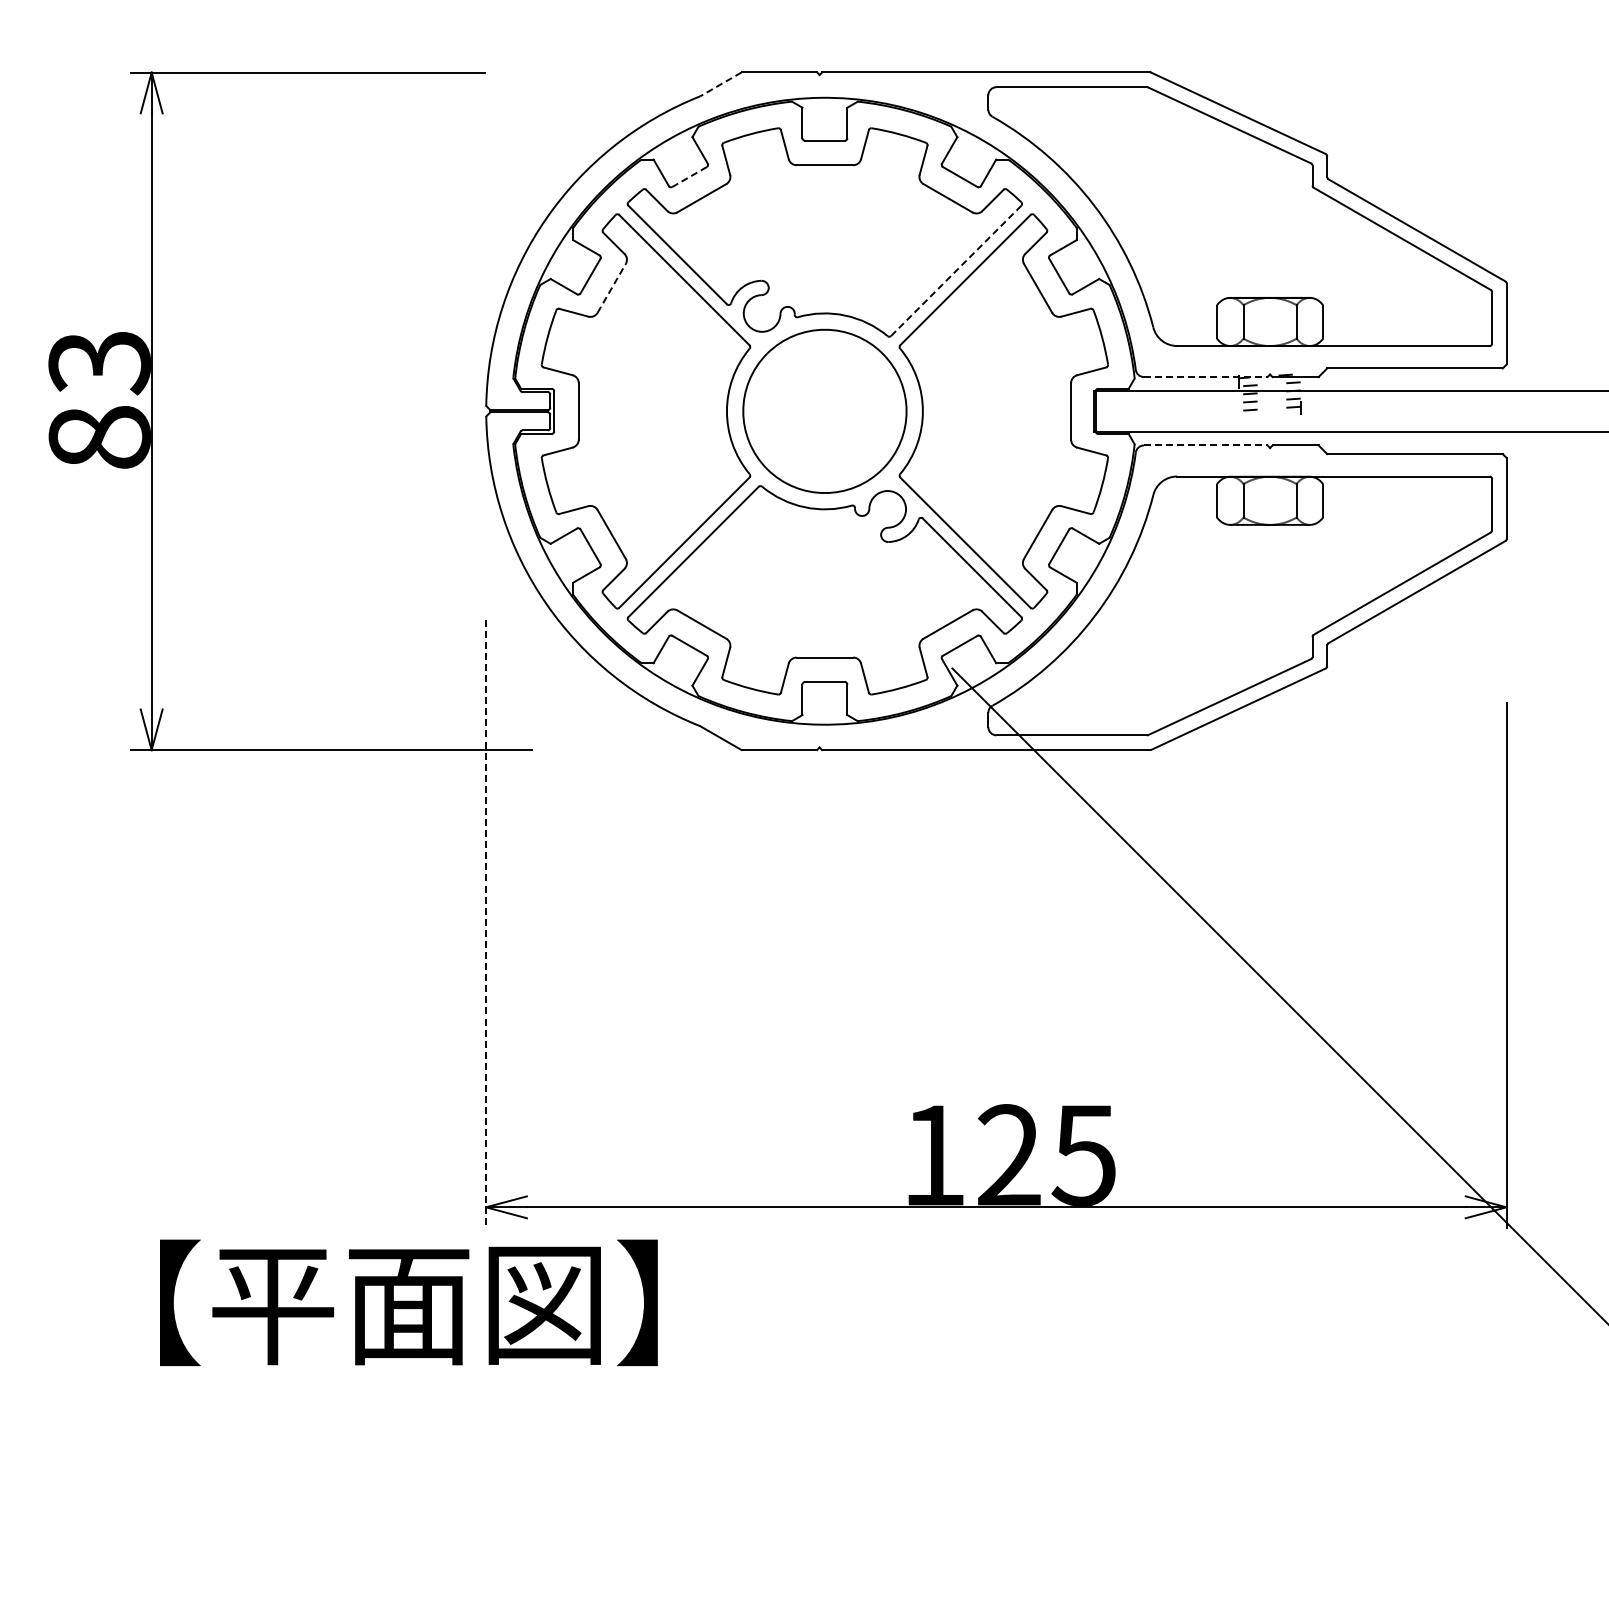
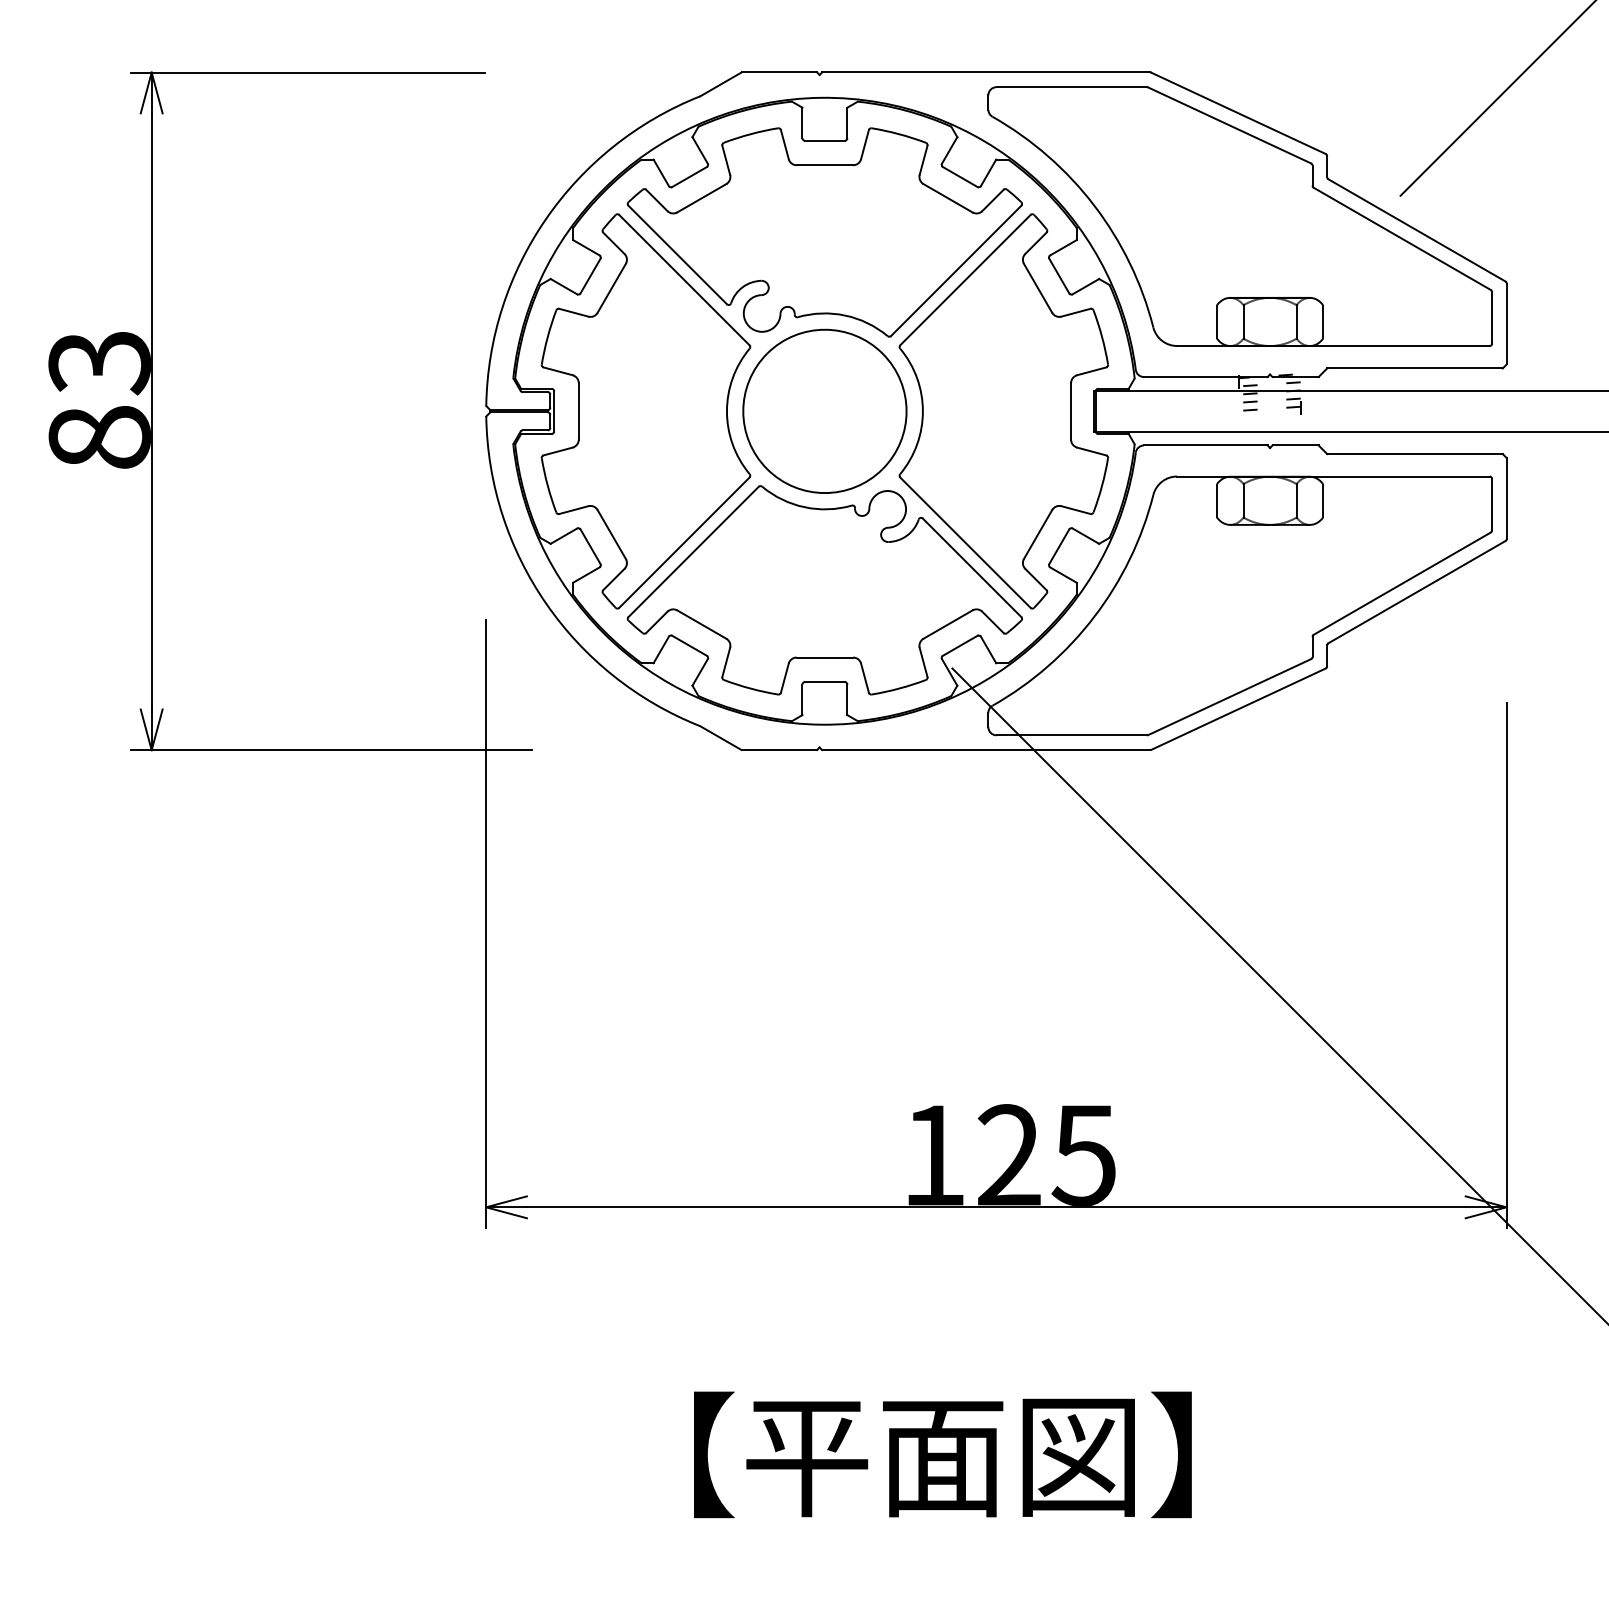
line at (720, 84): dashed -> solid
line at (1496, 98): none -> present
line at (689, 177): dashed -> solid
line at (955, 271): dashed -> solid
line at (611, 287): dashed -> solid
line at (1205, 377): dashed -> solid
line at (1205, 445): dashed -> solid
line at (486, 924): dashed -> solid
text at (408, 1302) position: (408, 1302) -> (942, 1454)
